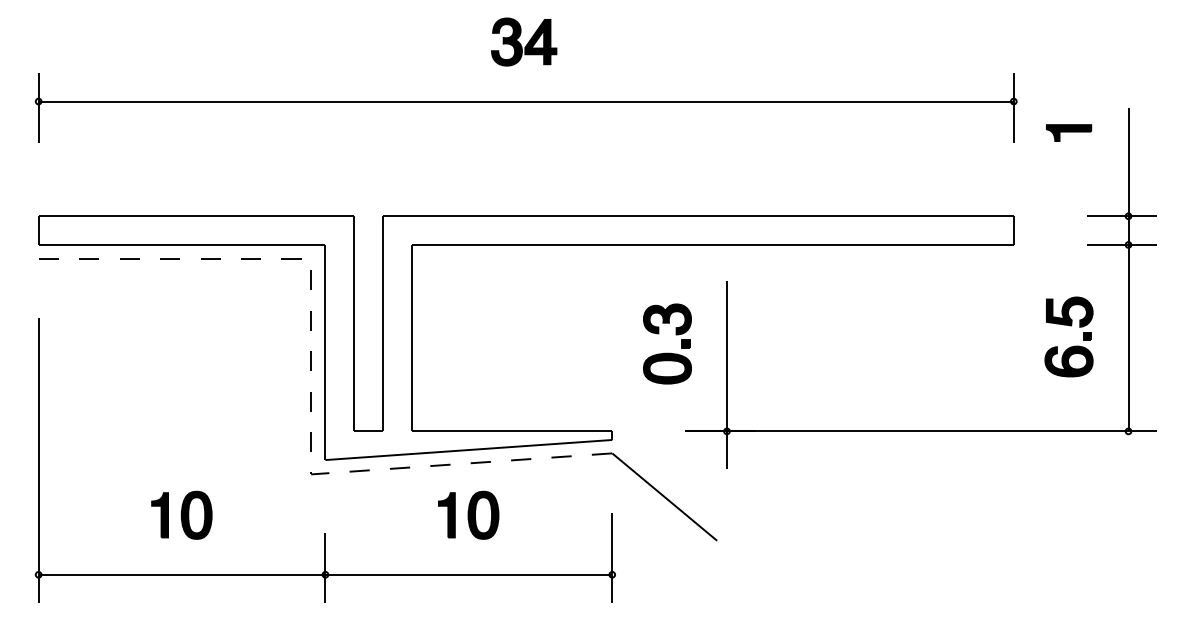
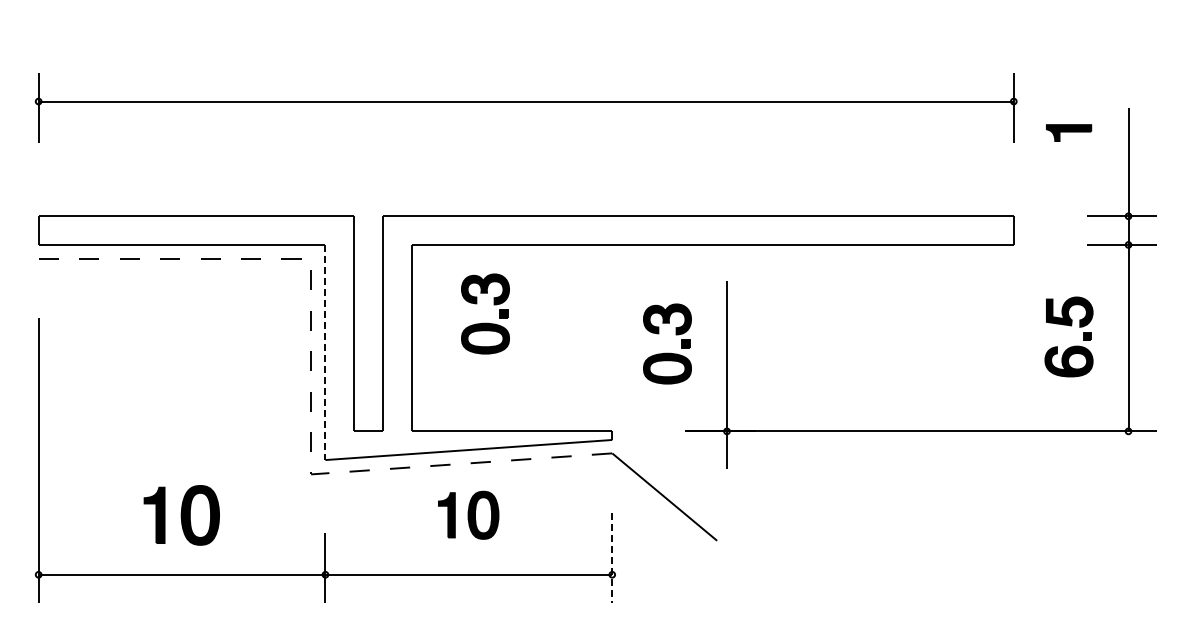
part at (524, 41): present -> none
part at (485, 322): none -> present
line at (325, 352): solid -> dashed
part at (181, 514) size: 62x50 px -> 77x61 px
line at (612, 558): solid -> dashed
